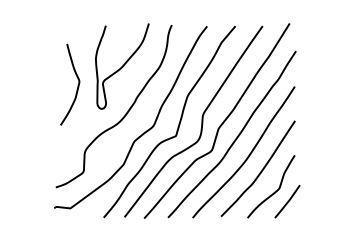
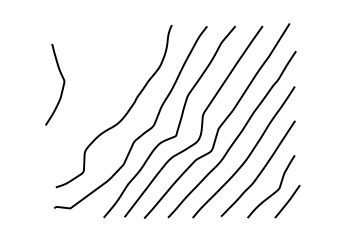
curve at (122, 66): present -> none
curve at (77, 85) position: (77, 85) -> (62, 85)
